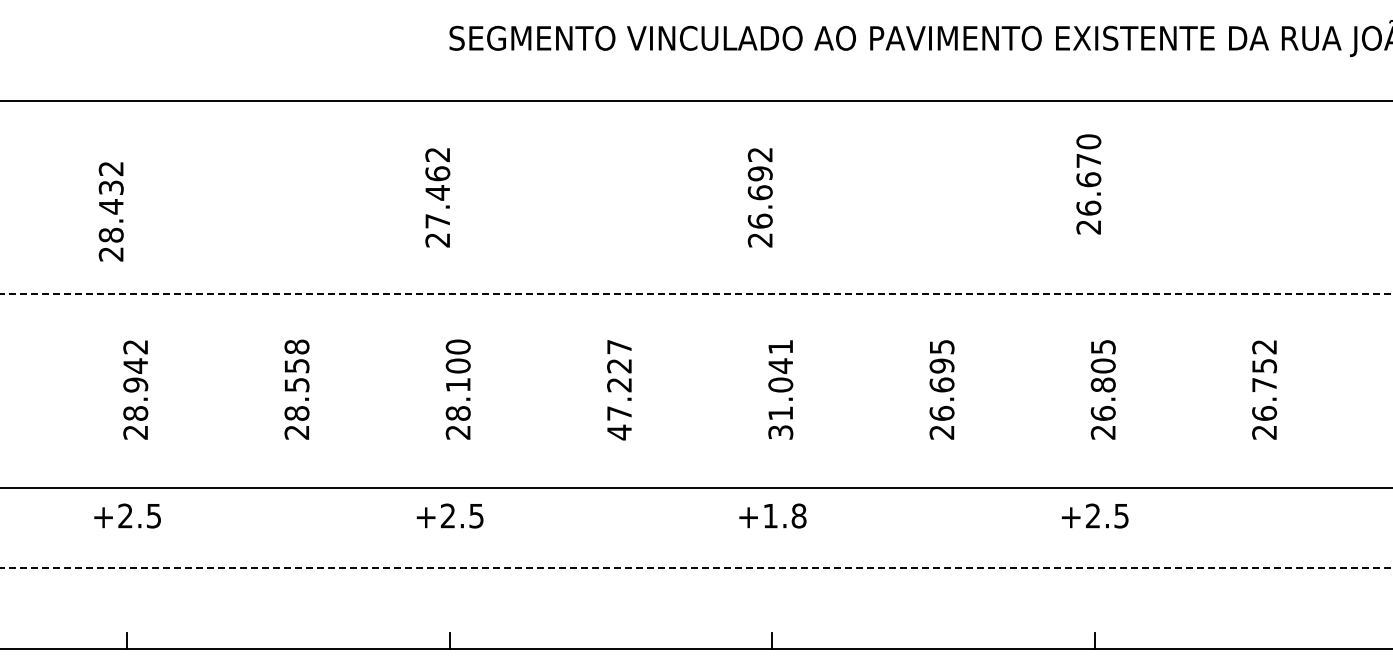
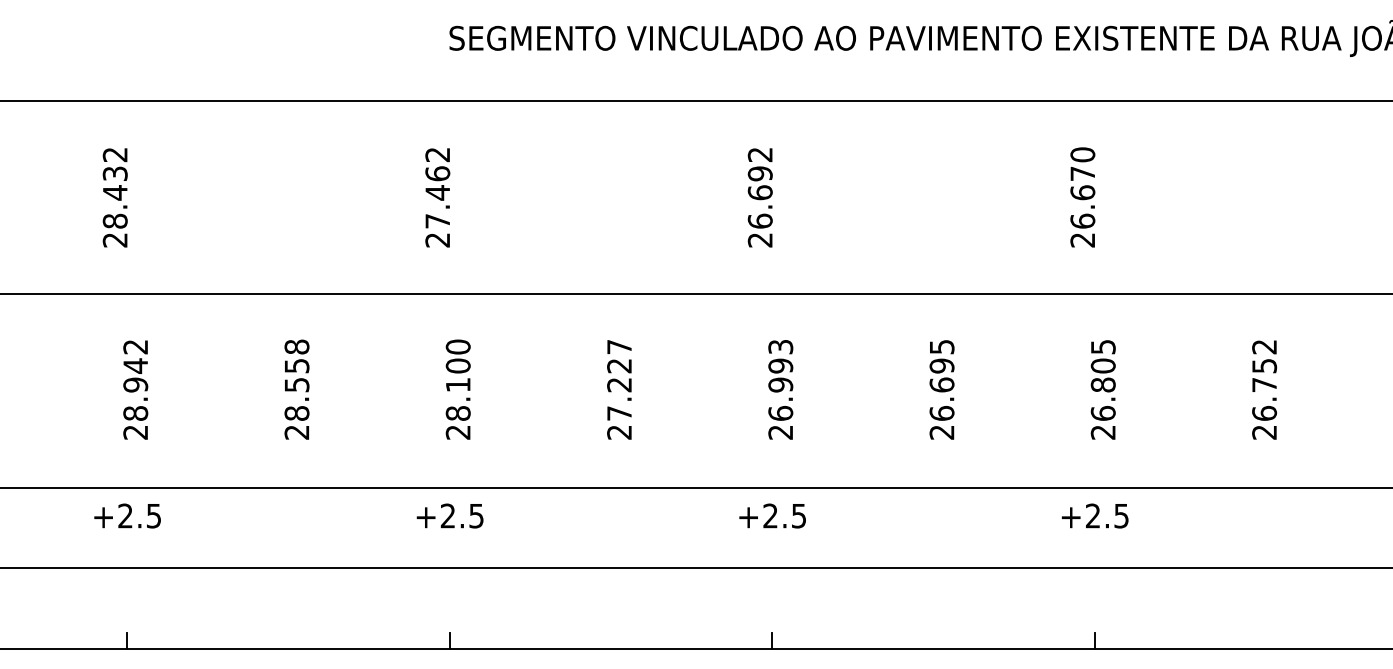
text at (1088, 184) position: (1088, 184) -> (1082, 197)
text at (110, 211) position: (110, 211) -> (114, 197)
line at (697, 294): dashed -> solid
text at (780, 389): 31.041 -> 26.993
text at (619, 432): 47.227 -> 27.227
text at (784, 515): +1.8 -> +2.5
line at (697, 568): dashed -> solid
